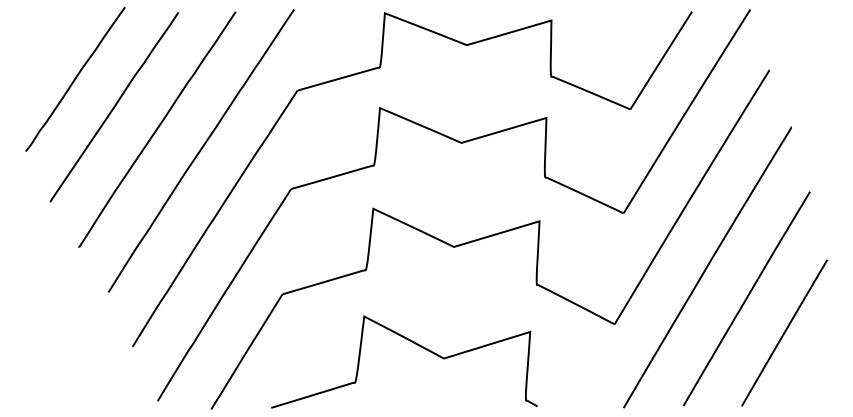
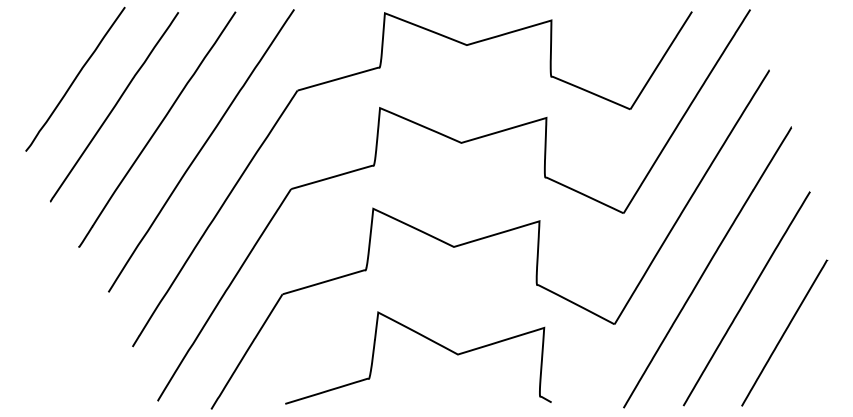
curve at (413, 343) position: (413, 343) -> (427, 339)
